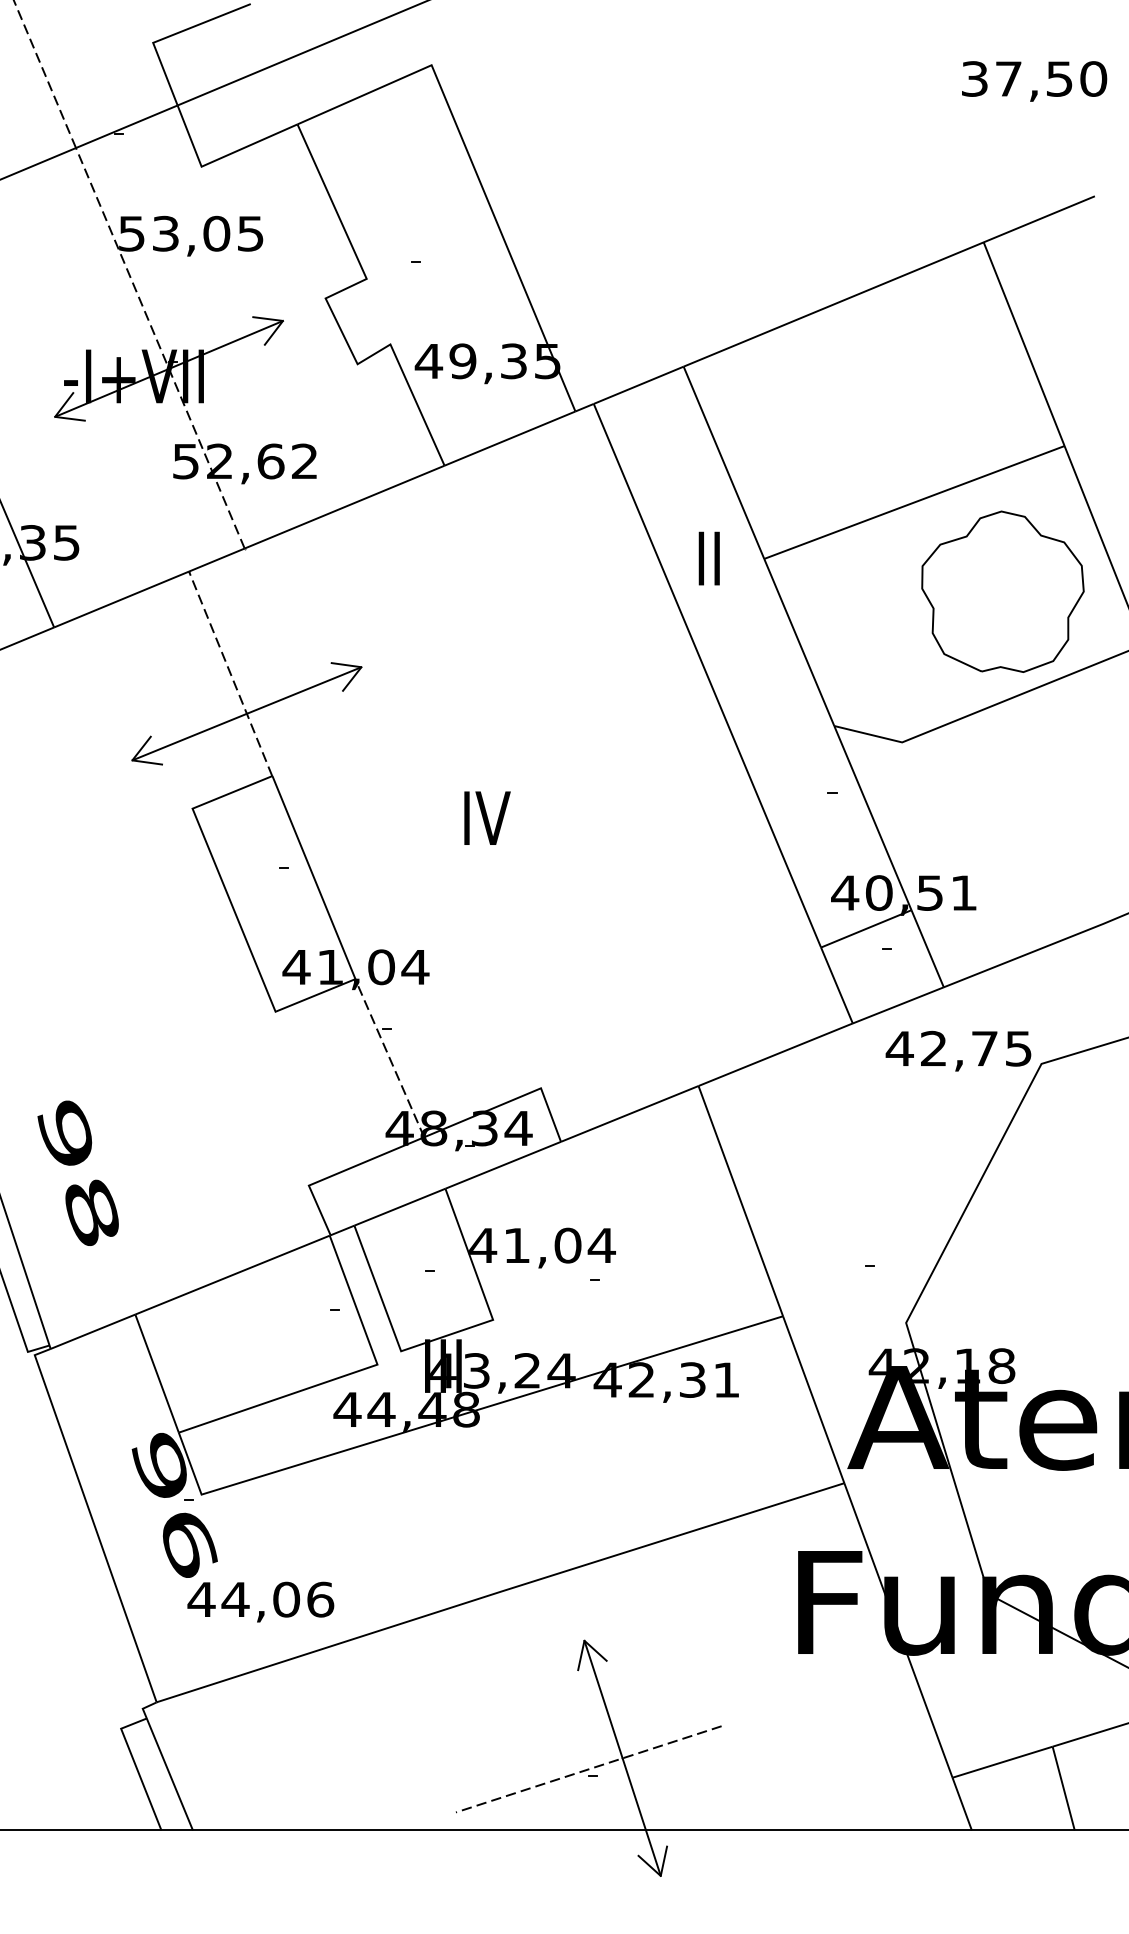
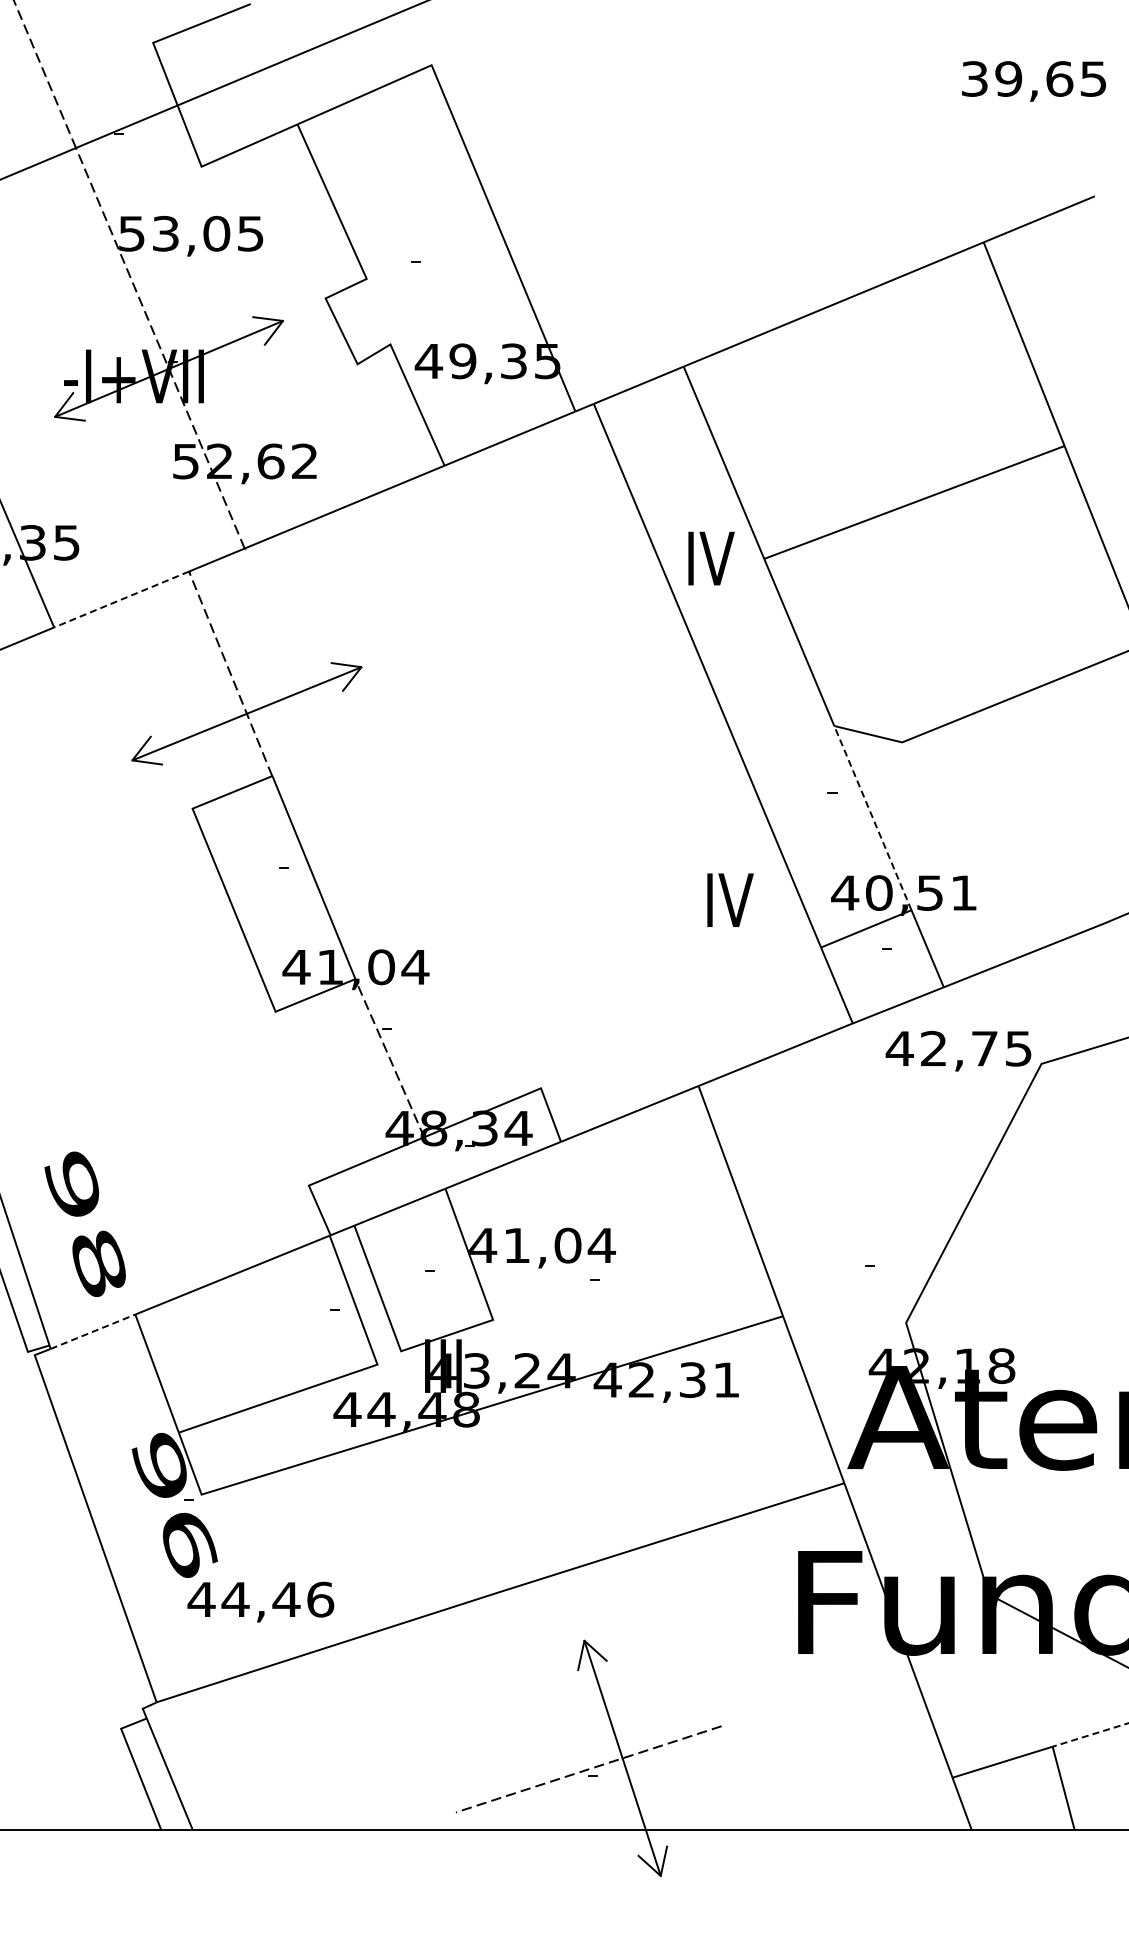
text at (1051, 78): 37,50 -> 39,65
text at (711, 558): II -> IV
part at (1002, 591): present -> none
line at (121, 599): solid -> dashed
text at (487, 817) position: (487, 817) -> (730, 899)
line at (872, 818): solid -> dashed
text at (77, 1172) position: (77, 1172) -> (84, 1223)
line at (93, 1331): solid -> dashed
text at (286, 1599): 44,06 -> 44,46
line at (1089, 1735): solid -> dashed
